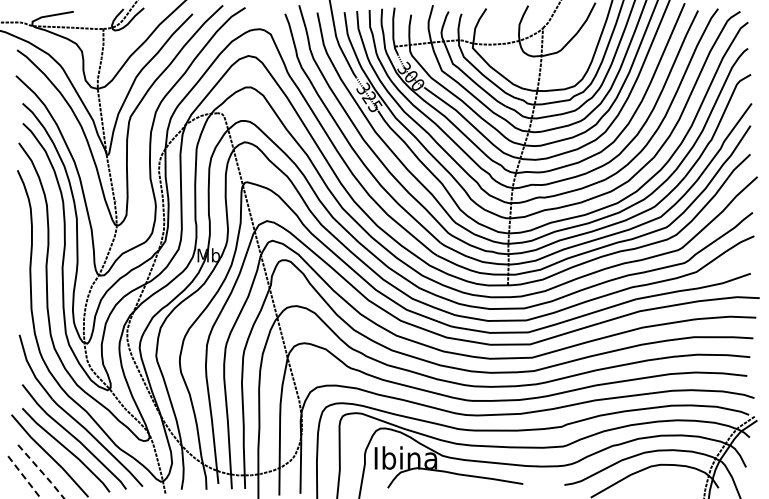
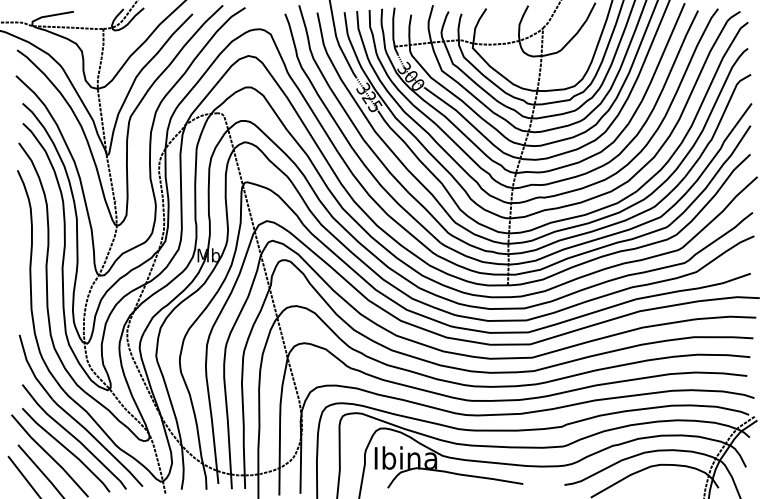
line at (42, 472): dashed -> solid
line at (24, 477): dashed -> solid
